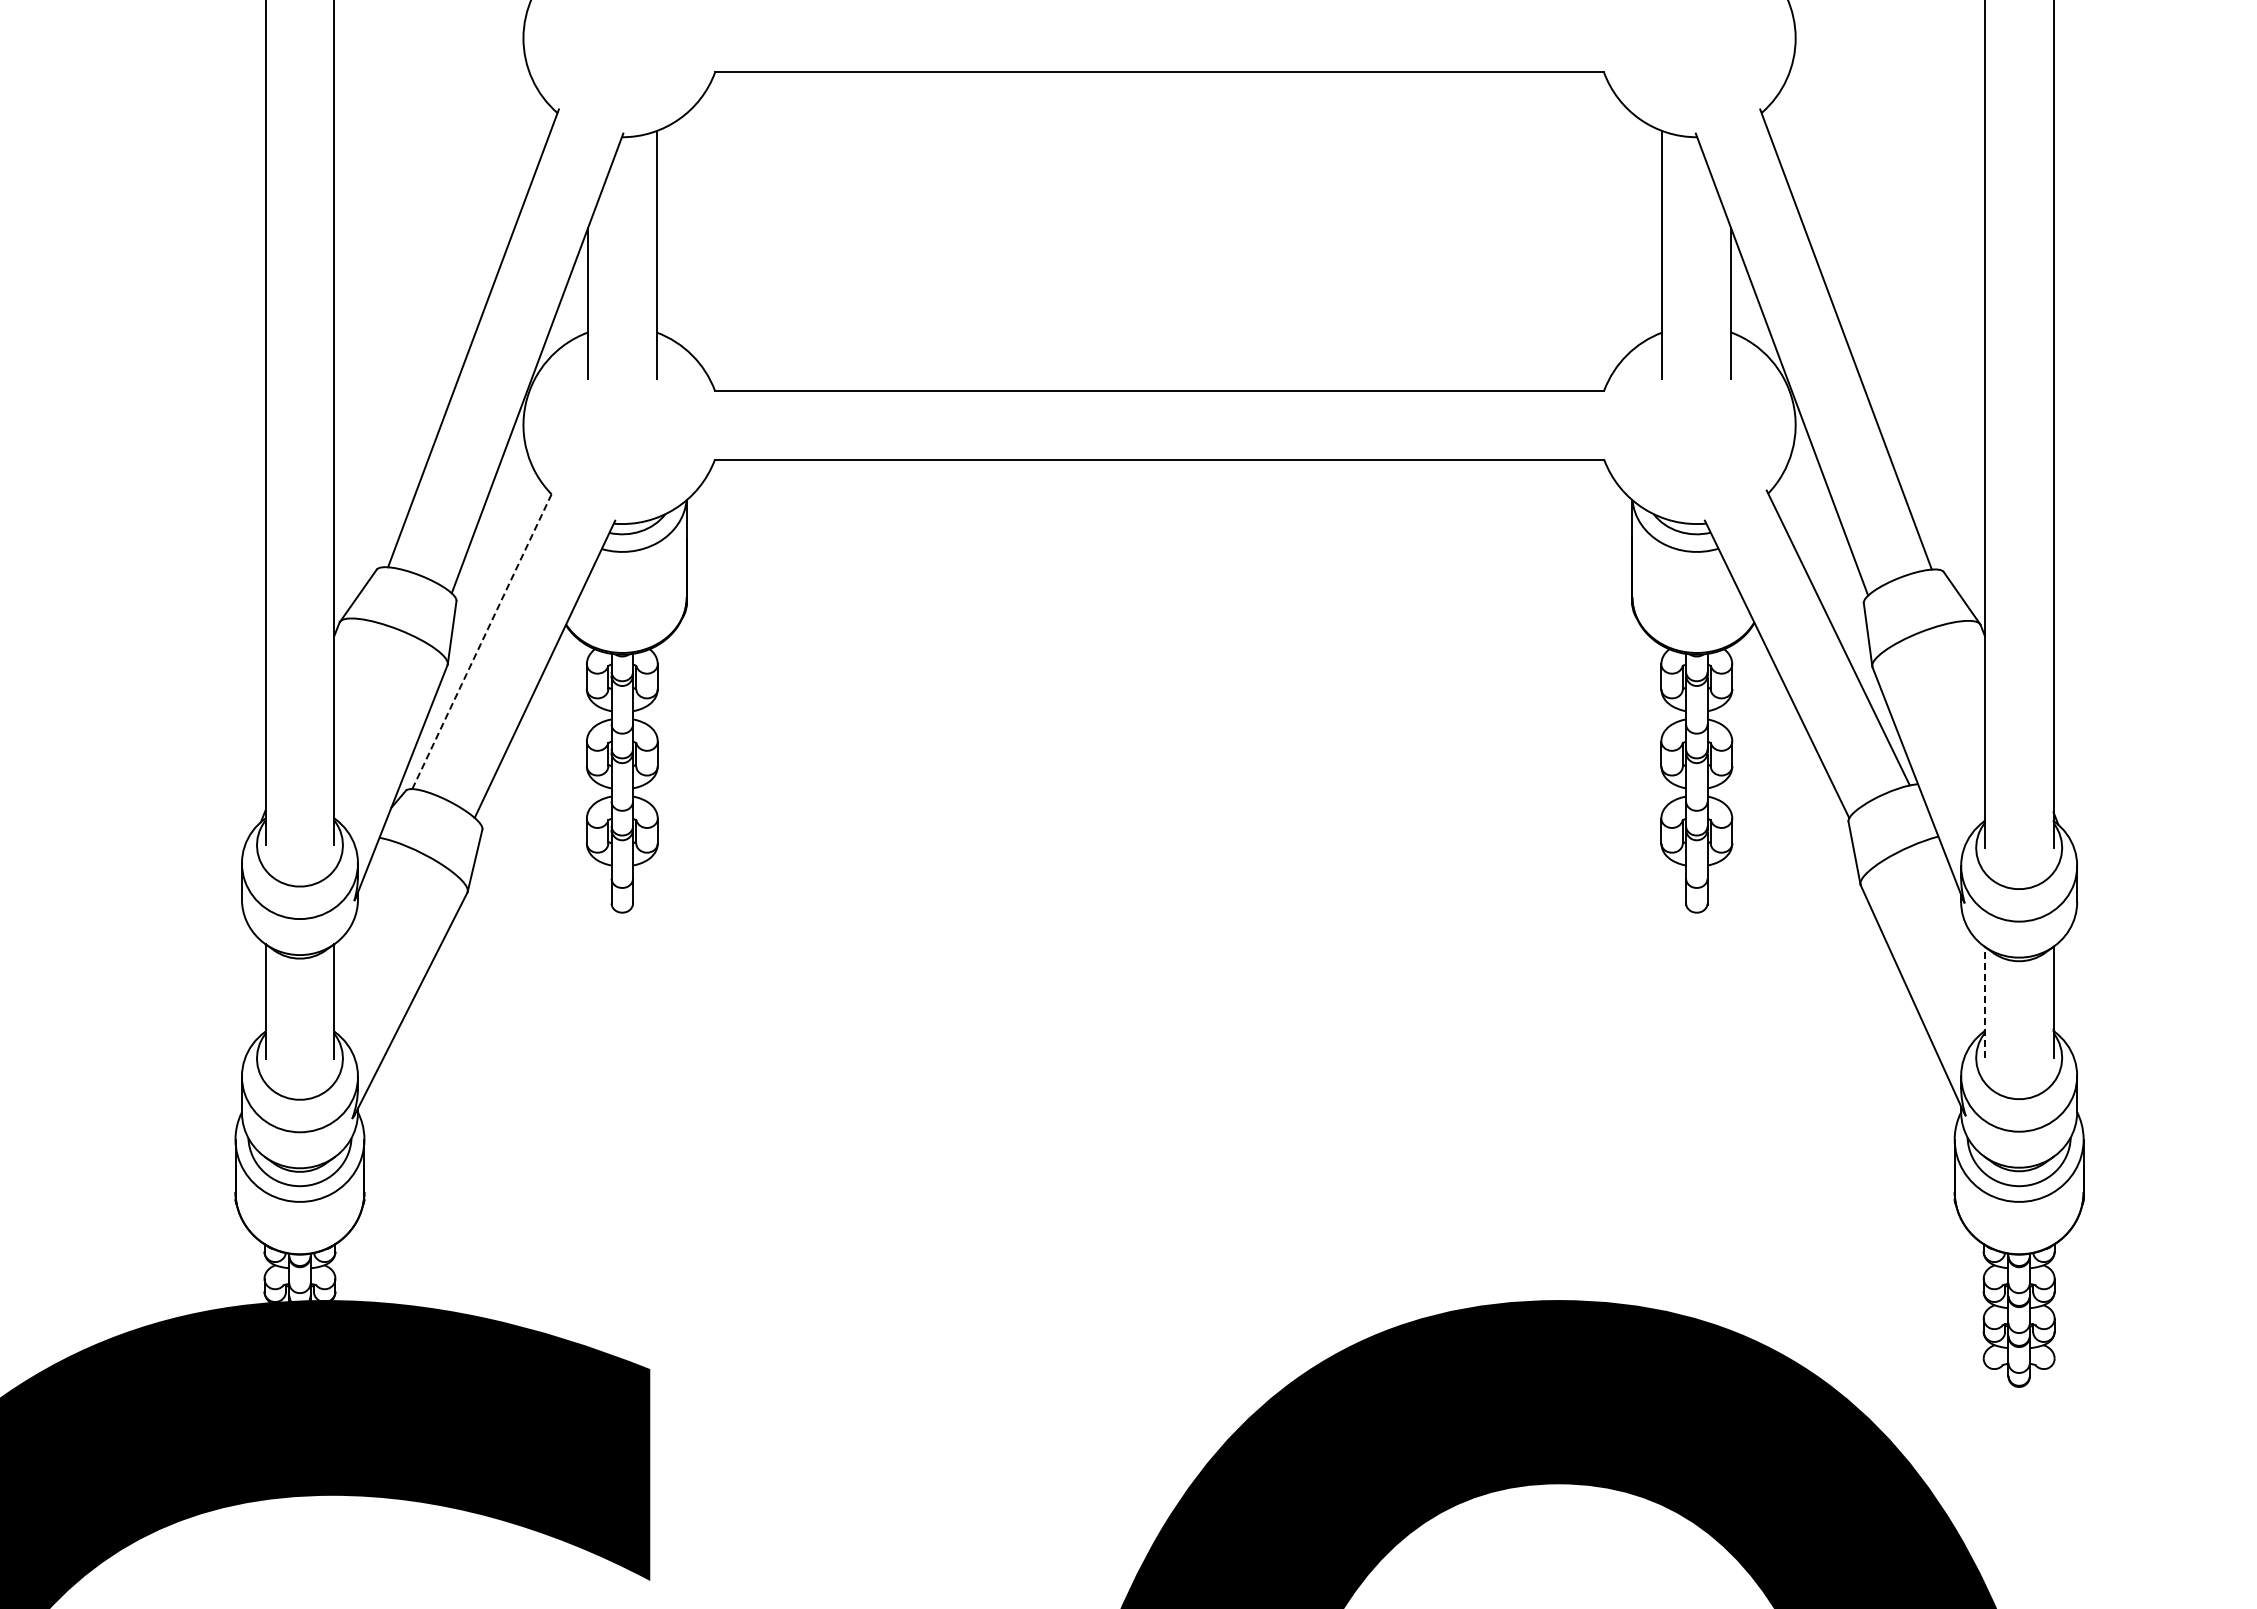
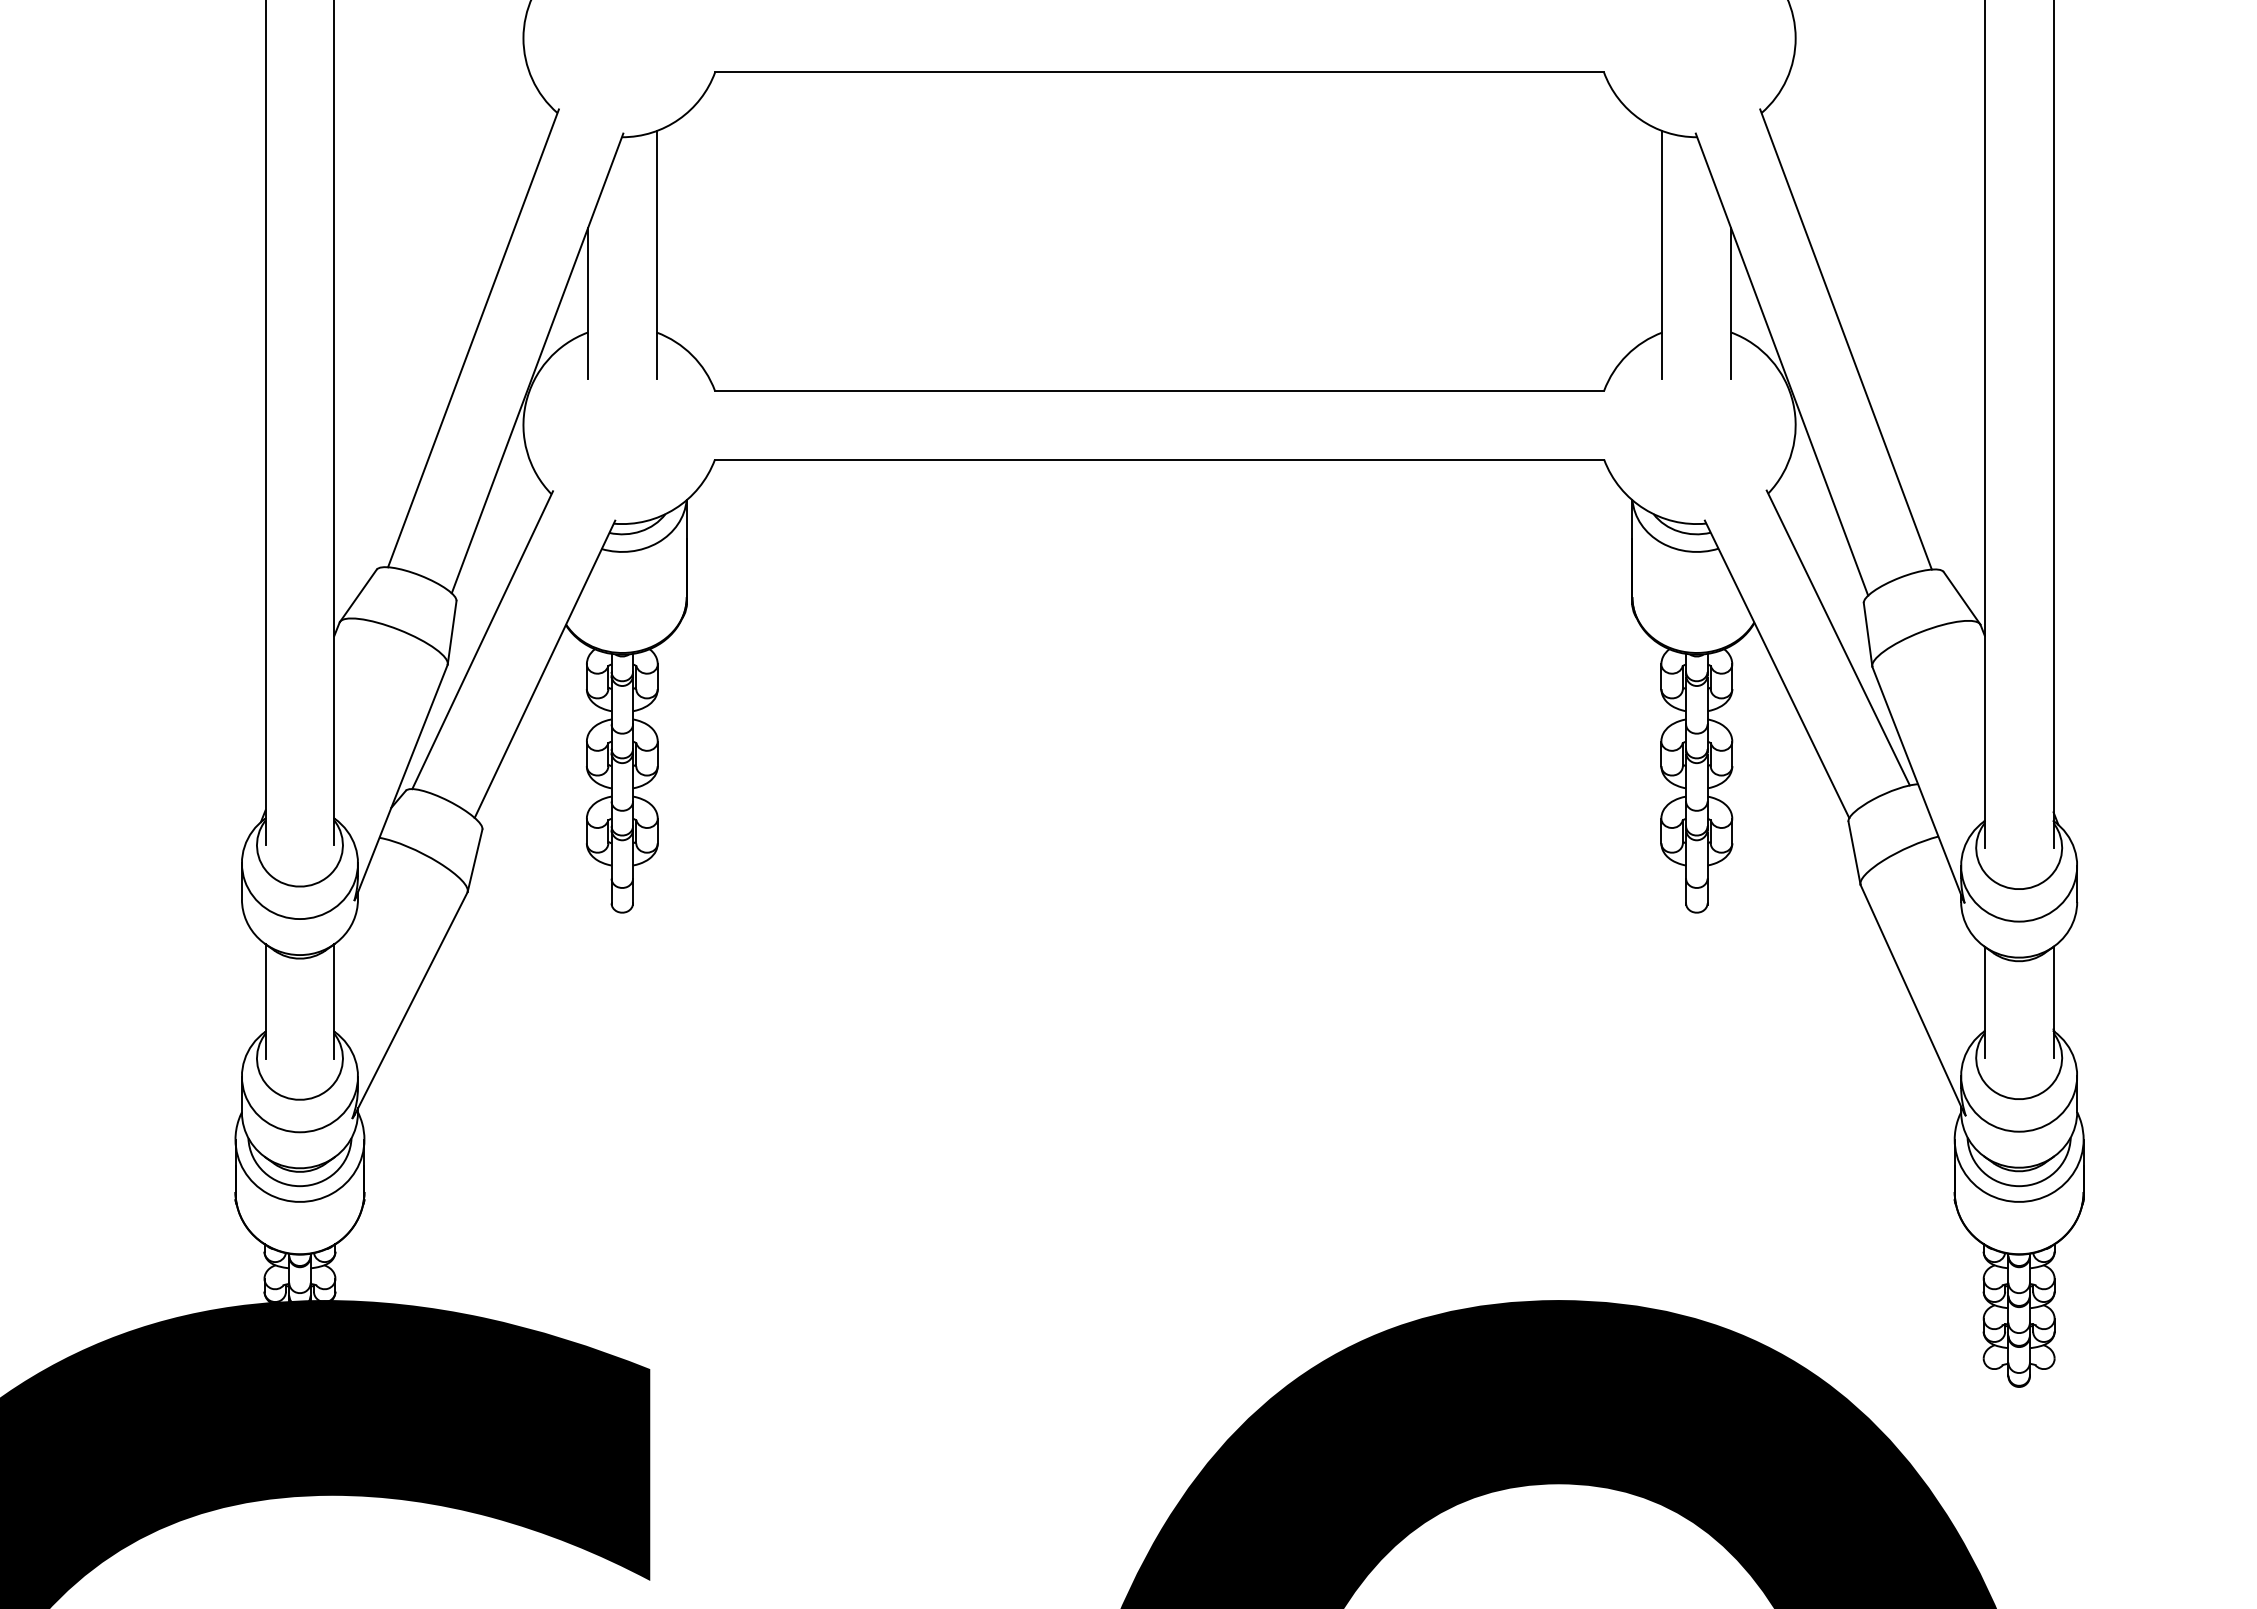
line at (482, 640): dashed -> solid
line at (1984, 1002): dashed -> solid
